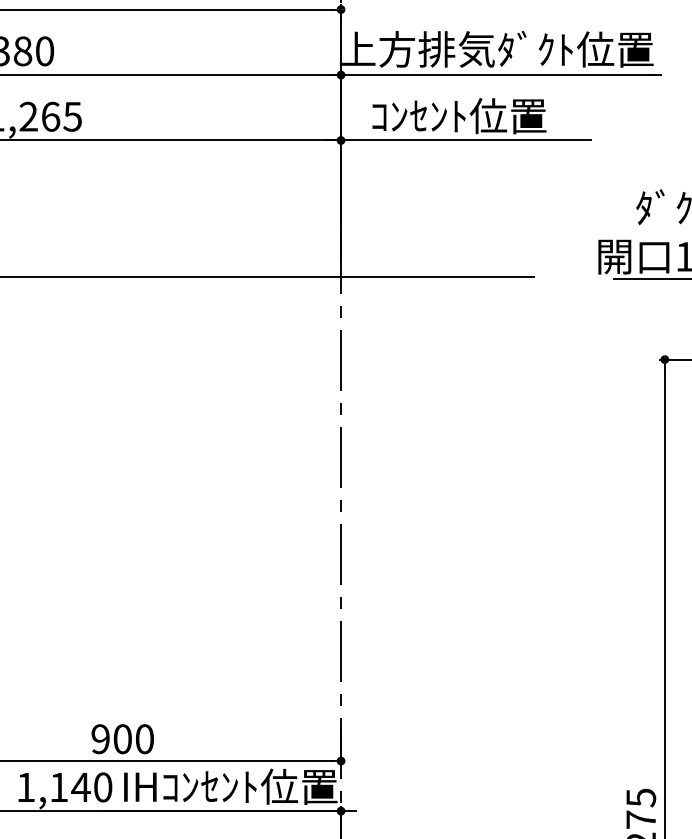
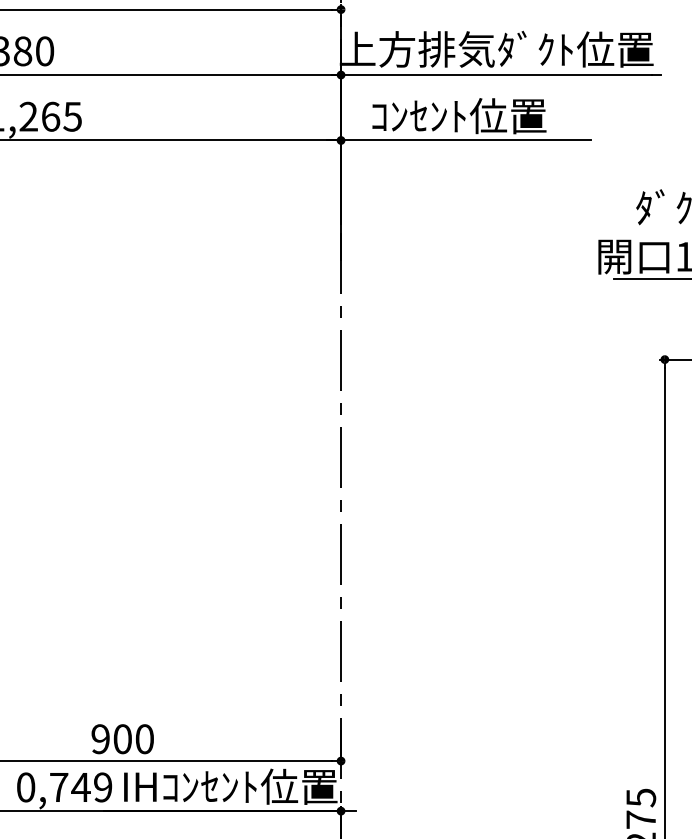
line at (267, 277): present -> none
text at (64, 787): 1,140 -> 0,749
